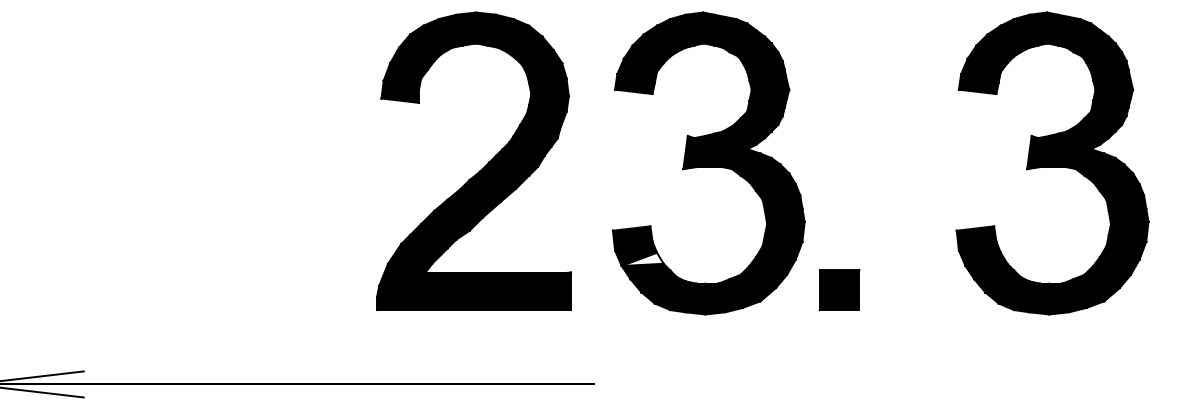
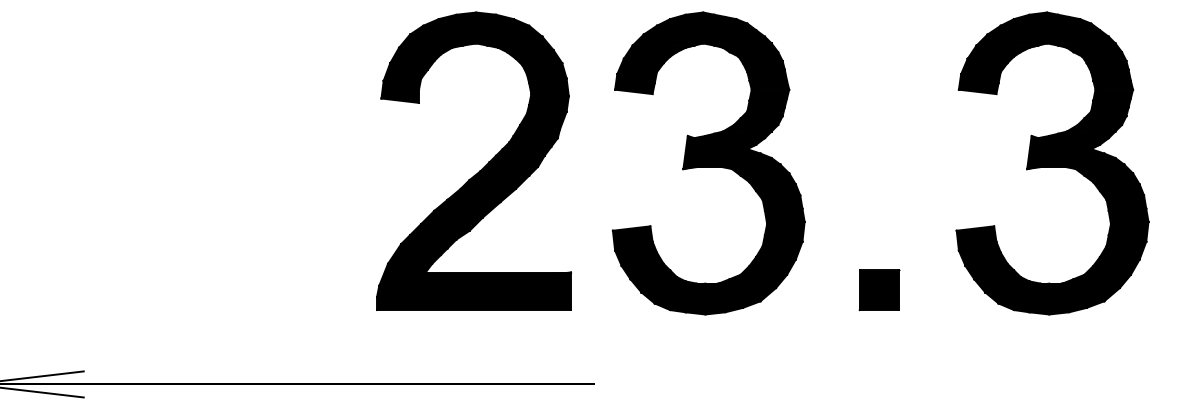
fill at (642, 258): none -> present
part at (839, 290) position: (839, 290) -> (879, 290)
